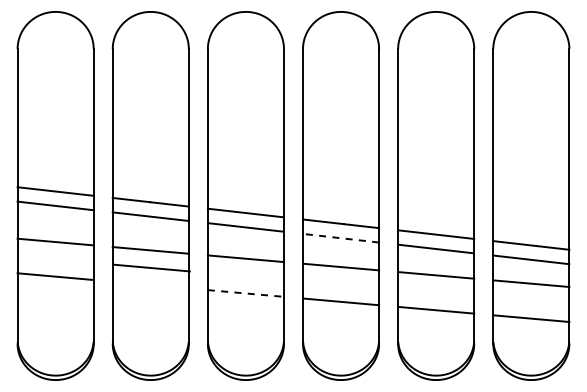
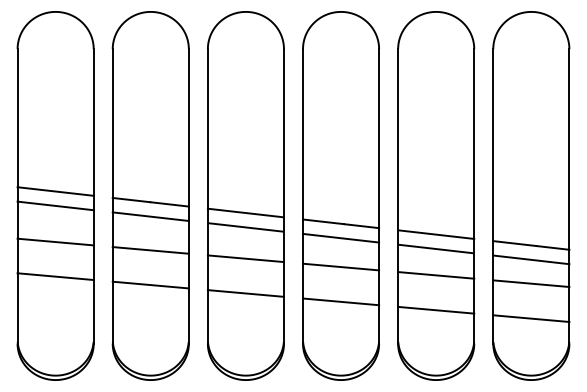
line at (340, 238): dashed -> solid
line at (151, 267) position: (151, 267) -> (150, 284)
line at (246, 293): dashed -> solid
